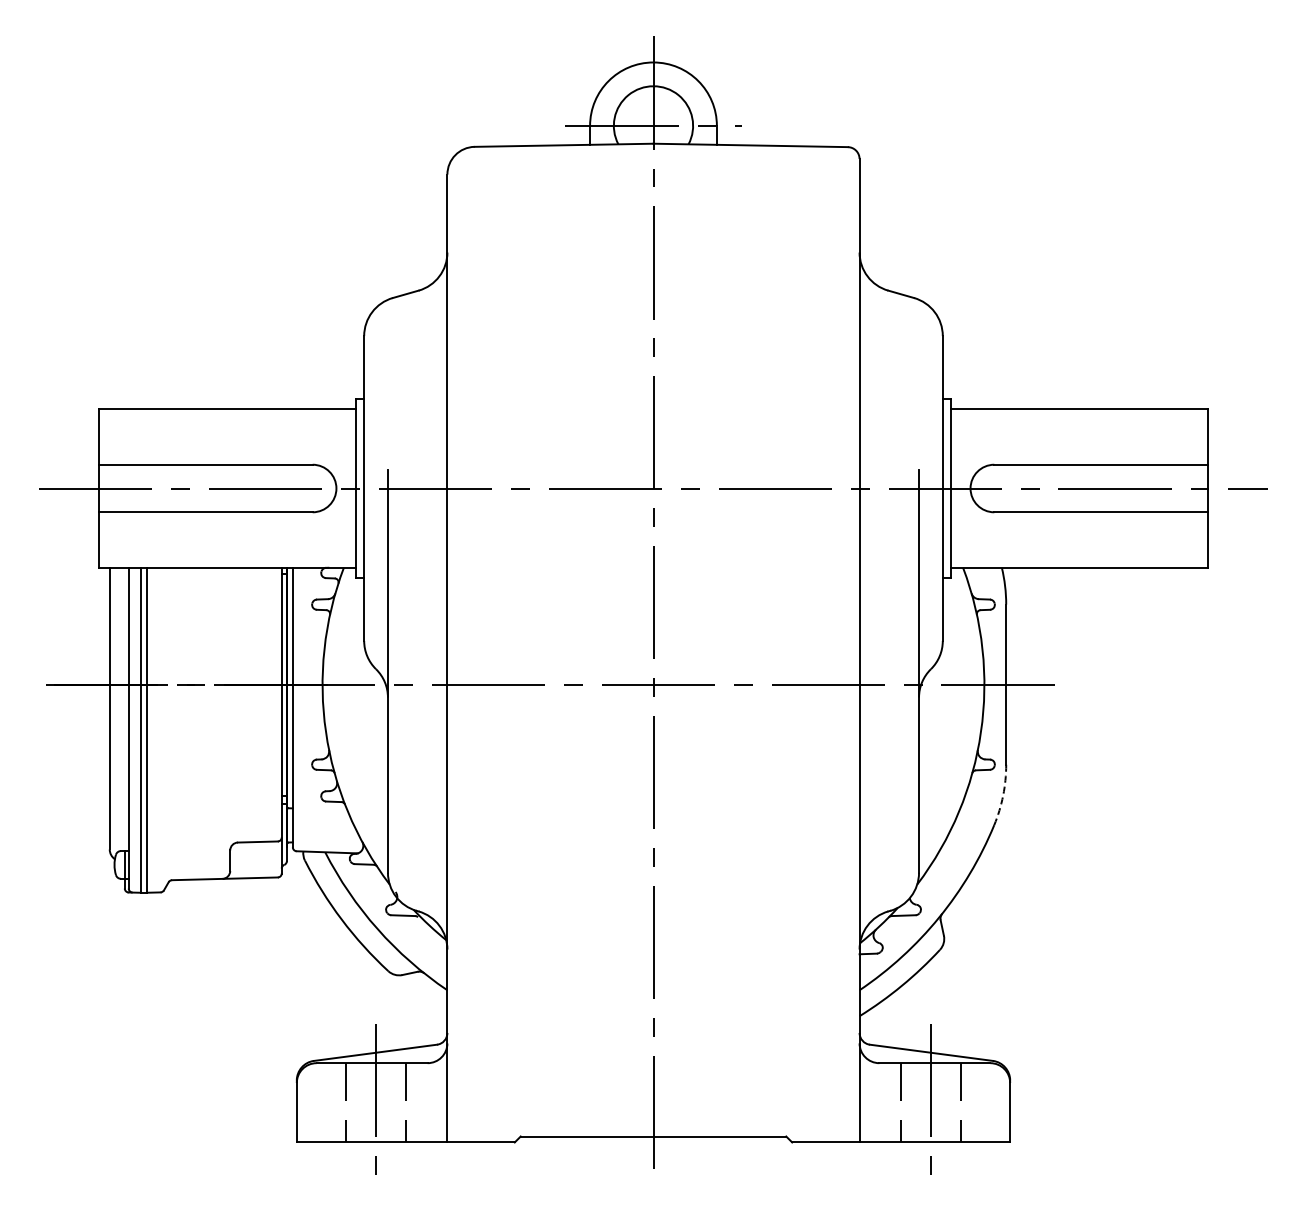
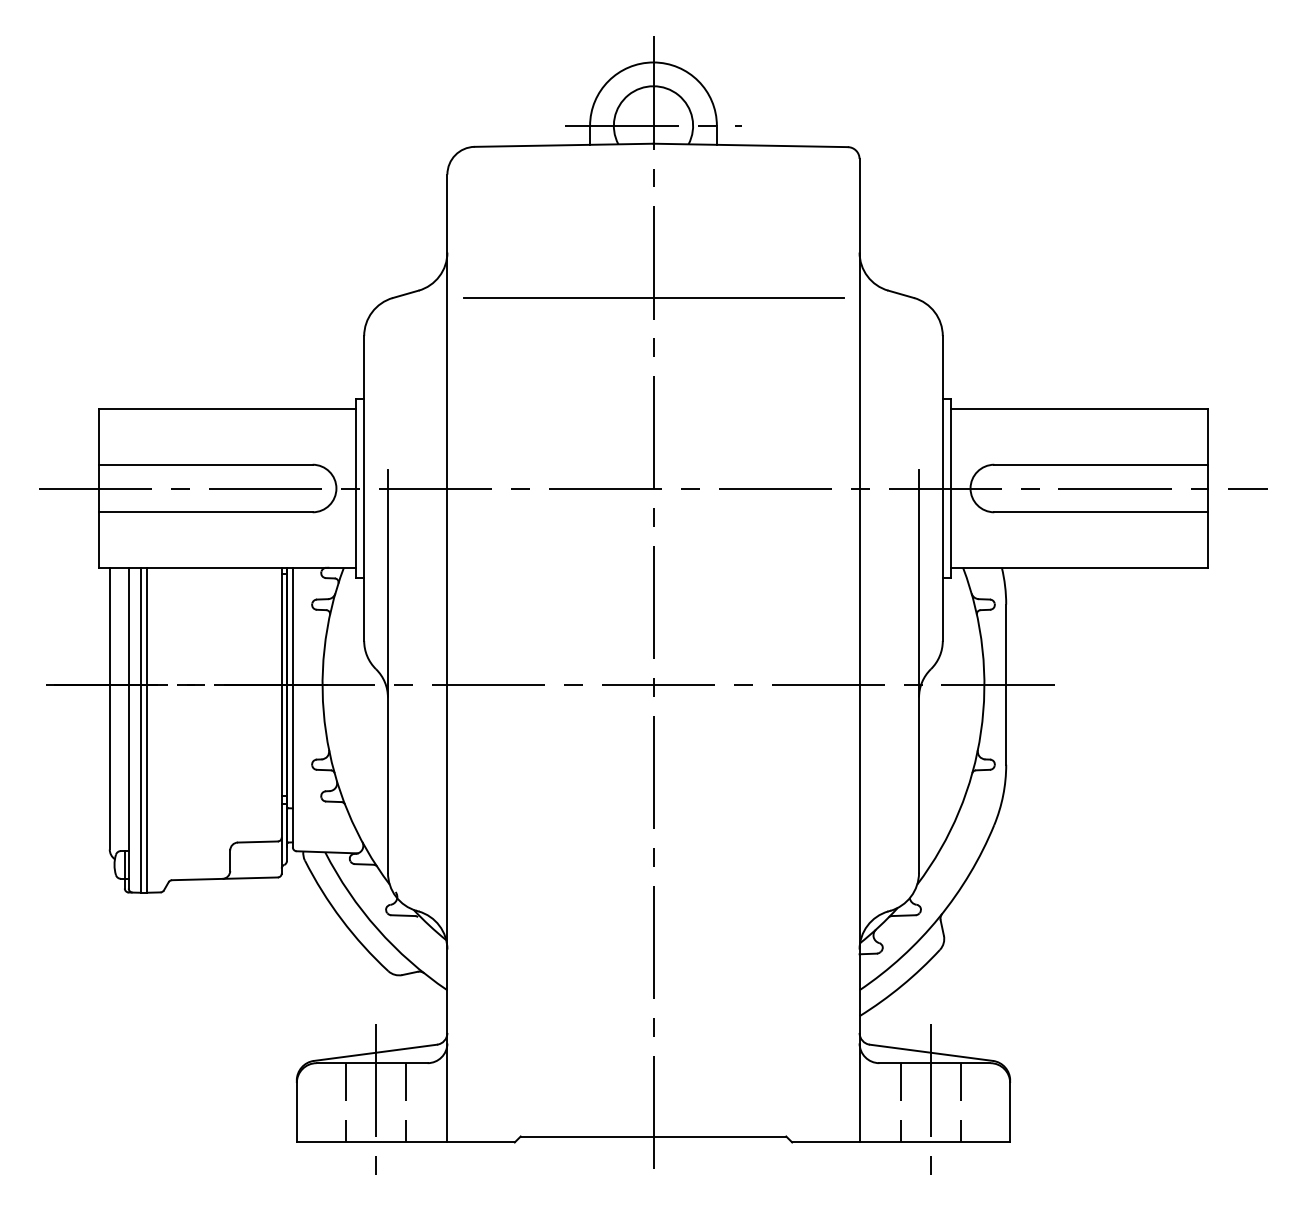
line at (653, 298): none -> present
arc at (1003, 795): dashed -> solid
